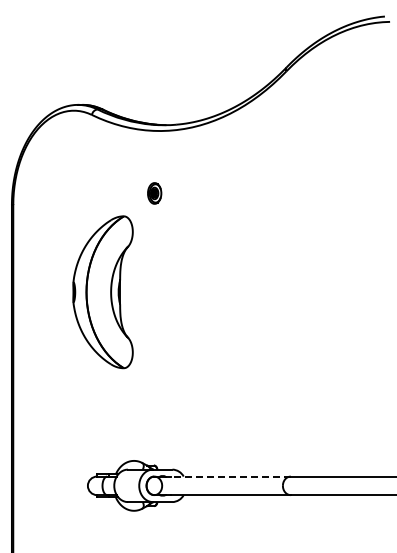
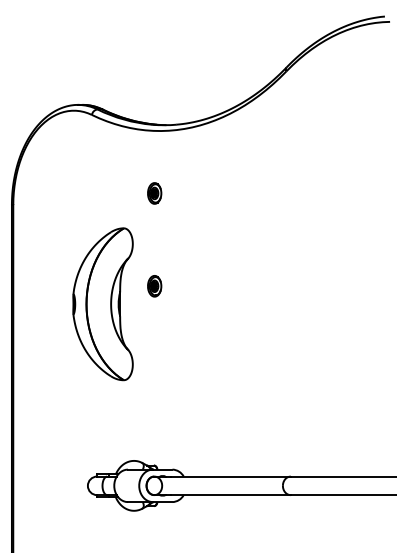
part at (154, 286): none -> present
part at (102, 292) position: (102, 292) -> (102, 304)
line at (230, 476): dashed -> solid
